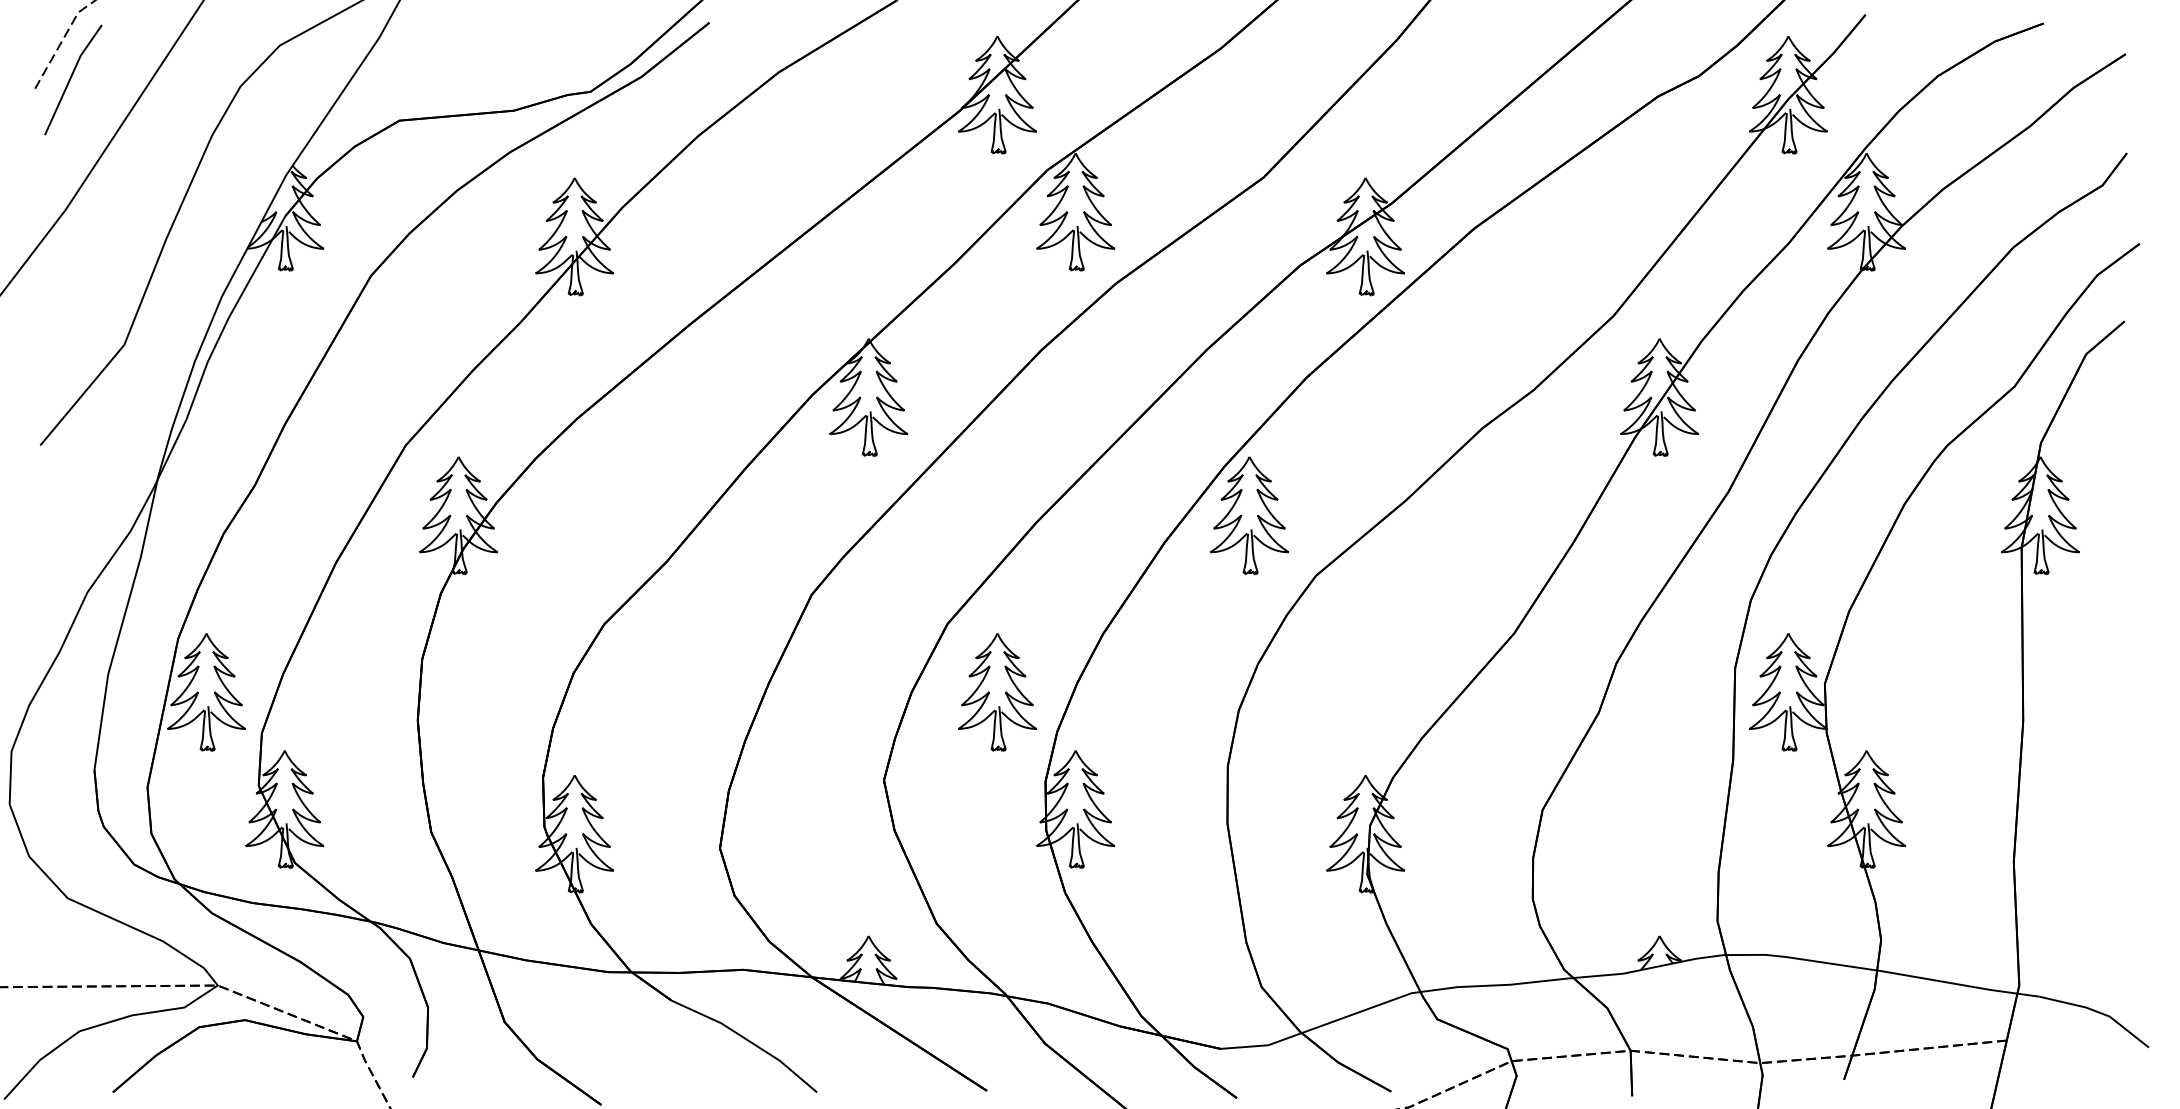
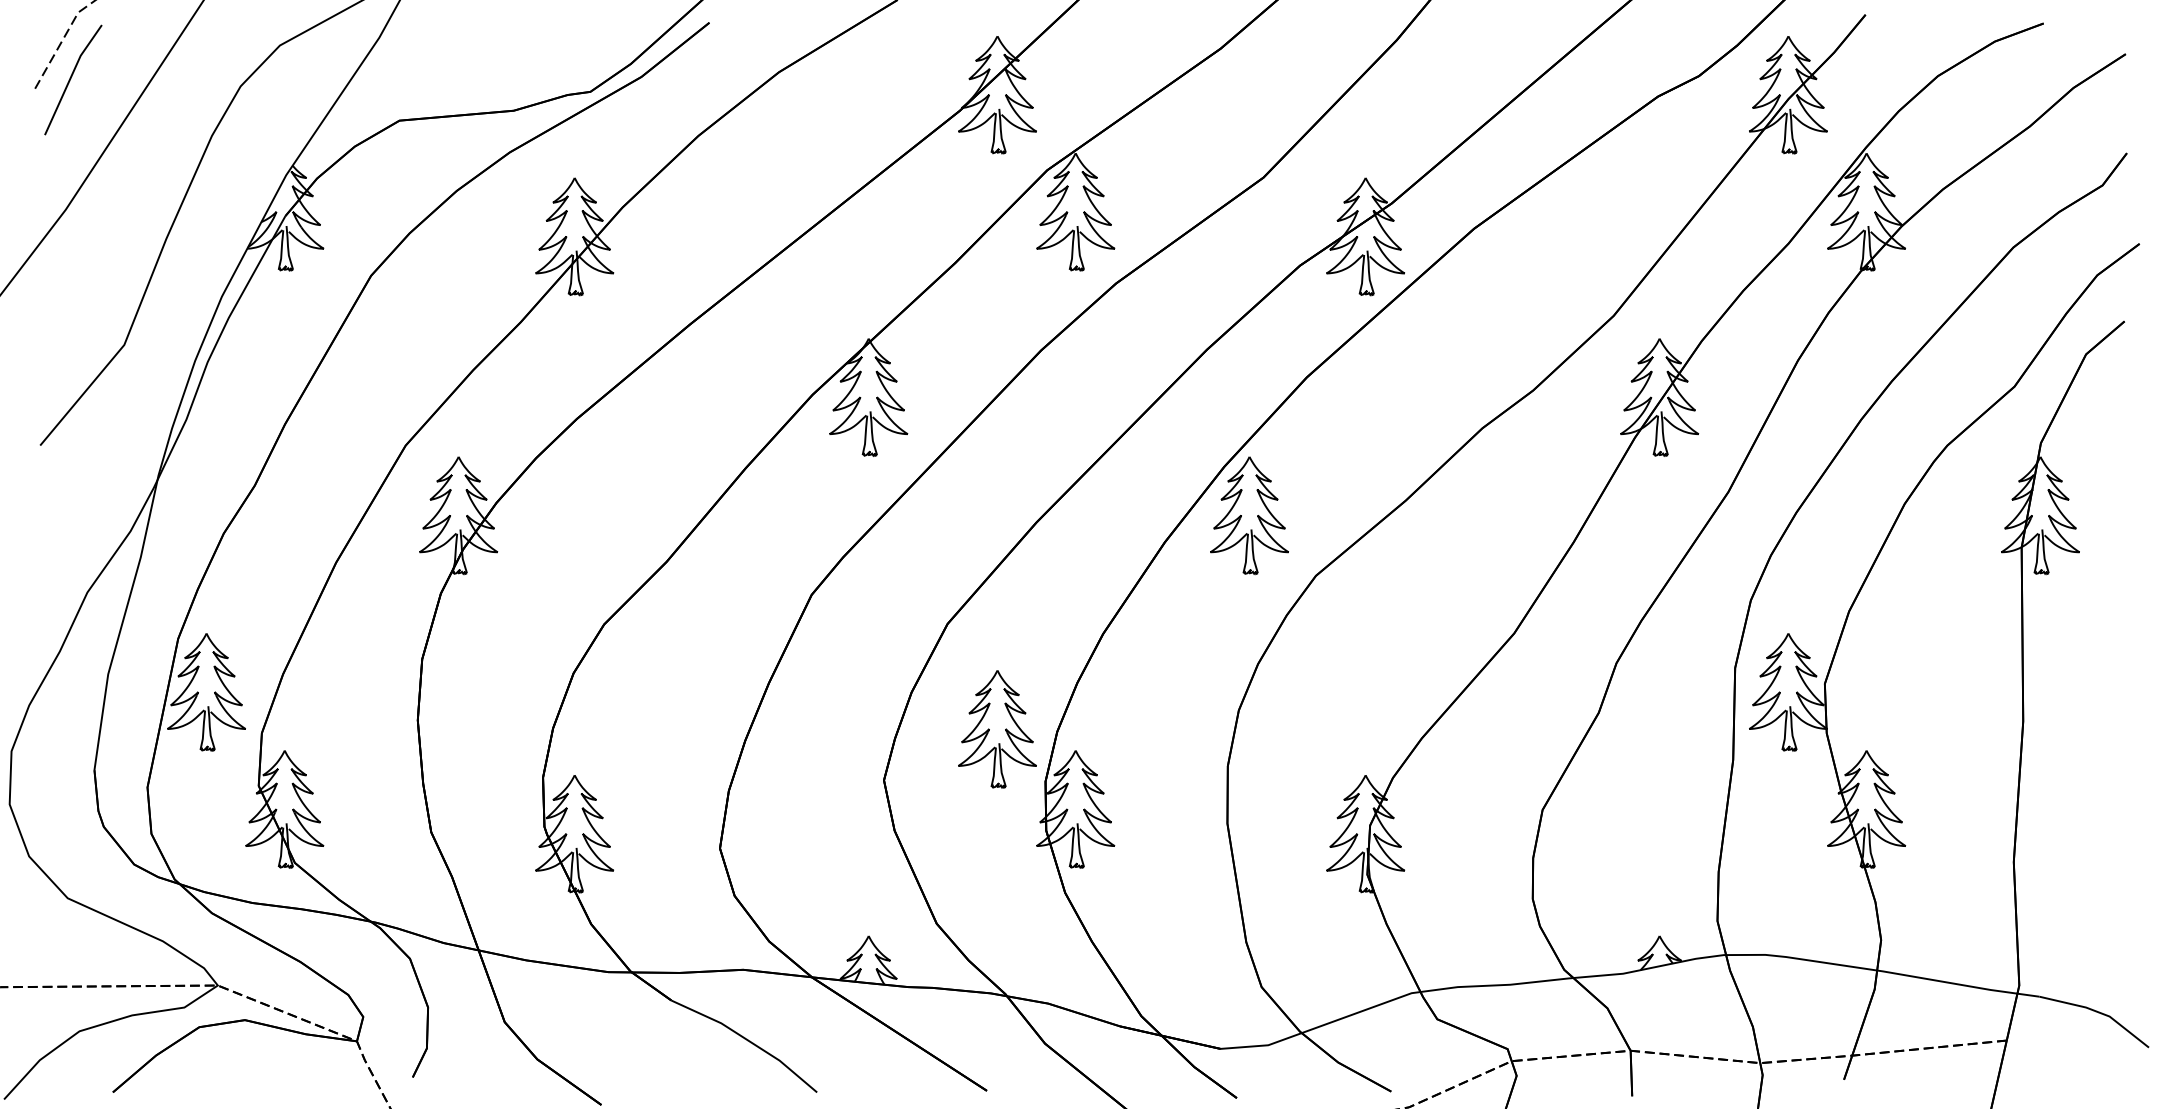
part at (997, 692) position: (997, 692) -> (997, 729)
